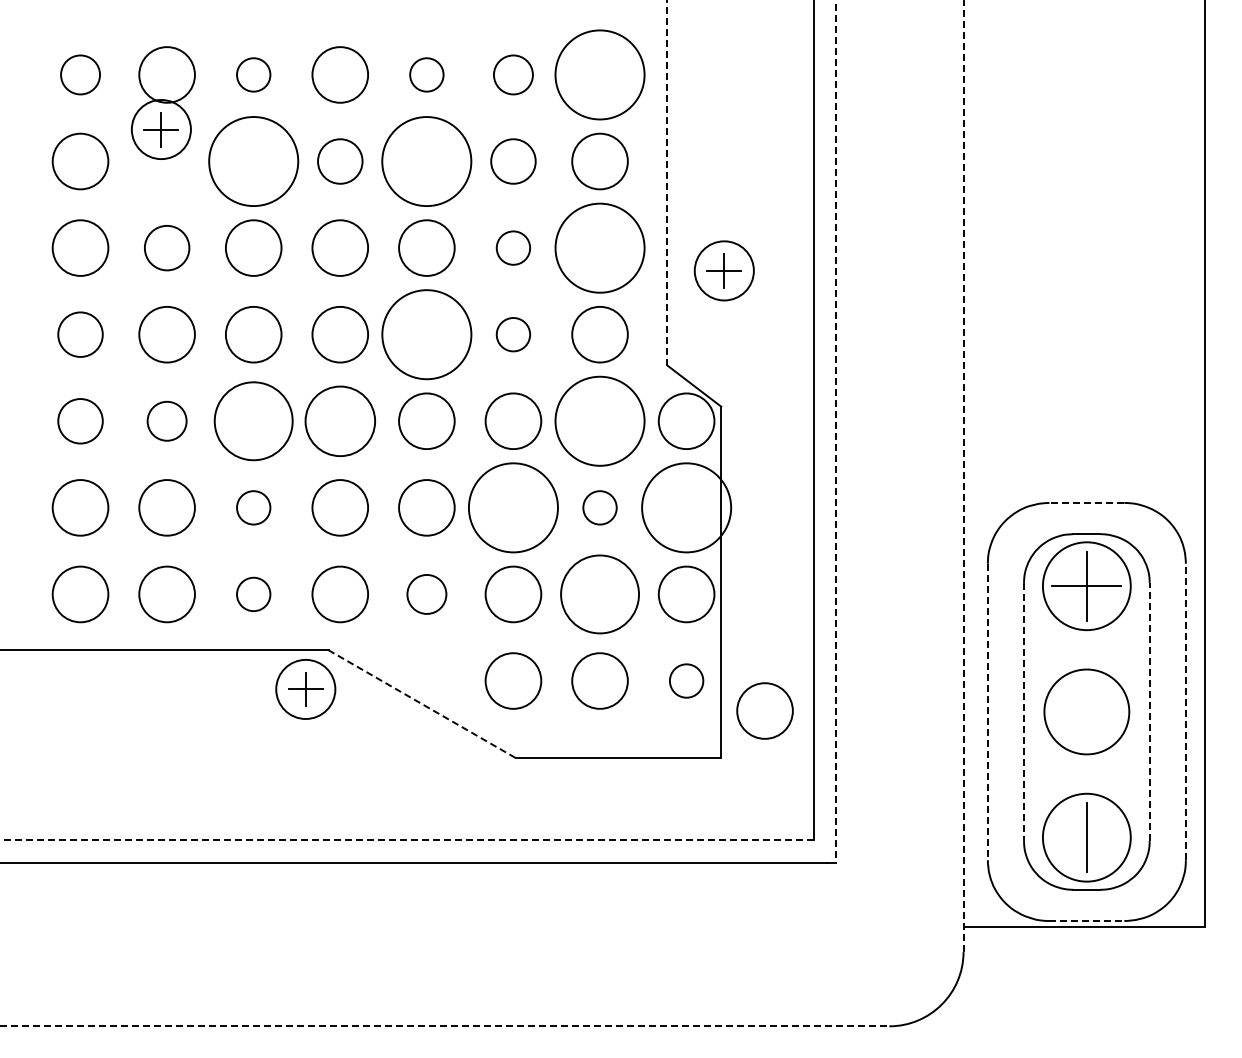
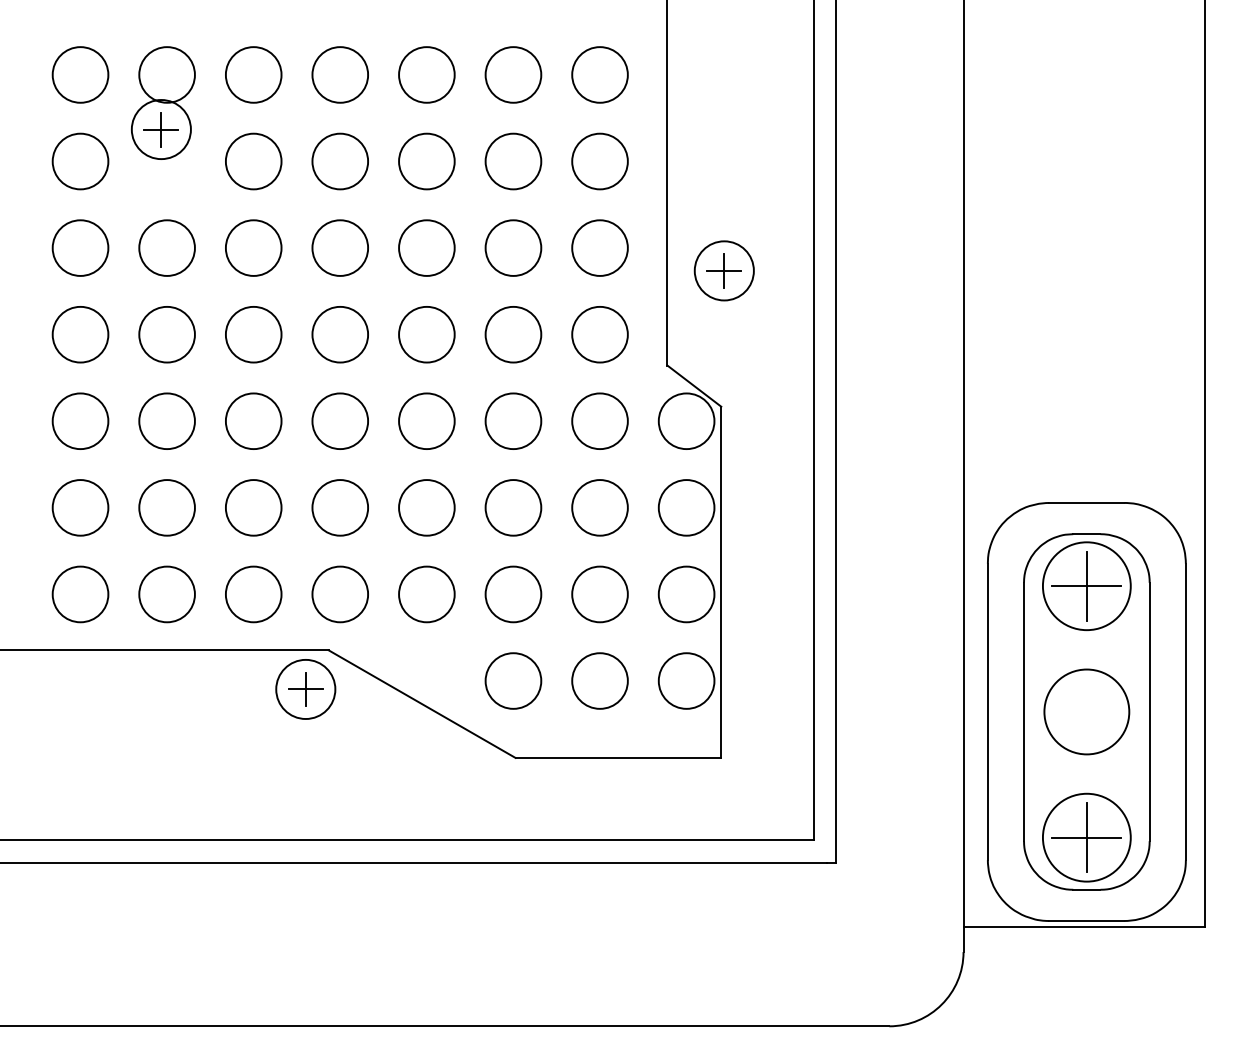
circle at (80, 74) diameter: 39 px -> 56 px
circle at (253, 74) diameter: 33 px -> 56 px
circle at (426, 74) diameter: 33 px -> 56 px
circle at (512, 74) diameter: 39 px -> 56 px
circle at (599, 74) diameter: 89 px -> 56 px
circle at (253, 161) diameter: 89 px -> 56 px
circle at (340, 161) diameter: 45 px -> 56 px
circle at (426, 161) size: 92x91 px -> 58x59 px
circle at (513, 161) size: 47x47 px -> 59x59 px
line at (667, 182): dashed -> solid
circle at (166, 247) diameter: 45 px -> 56 px
circle at (513, 247) diameter: 33 px -> 56 px
circle at (599, 247) size: 92x92 px -> 58x58 px
circle at (80, 334) diameter: 45 px -> 56 px
circle at (426, 334) diameter: 89 px -> 56 px
circle at (513, 334) diameter: 33 px -> 56 px
circle at (166, 420) diameter: 39 px -> 56 px
circle at (339, 420) size: 72x72 px -> 58x58 px
circle at (599, 420) diameter: 89 px -> 56 px
circle at (80, 421) diameter: 45 px -> 56 px
circle at (253, 421) diameter: 78 px -> 56 px
line at (836, 432): dashed -> solid
line at (963, 476): dashed -> solid
line at (1086, 502): dashed -> solid
circle at (253, 507) diameter: 33 px -> 56 px
circle at (512, 507) diameter: 89 px -> 56 px
circle at (599, 507) diameter: 33 px -> 56 px
circle at (686, 507) diameter: 89 px -> 56 px
circle at (253, 594) diameter: 33 px -> 56 px
circle at (426, 594) size: 42x41 px -> 58x59 px
circle at (600, 594) diameter: 78 px -> 56 px
circle at (686, 680) diameter: 33 px -> 56 px
line at (422, 704): dashed -> solid
circle at (764, 710): present -> none
line at (1149, 711): dashed -> solid
line at (1185, 711): dashed -> solid
line at (987, 712): dashed -> solid
line at (1024, 712): dashed -> solid
line at (1086, 837): none -> present
line at (407, 839): dashed -> solid
line at (1087, 921): dashed -> solid
line at (445, 1026): dashed -> solid
